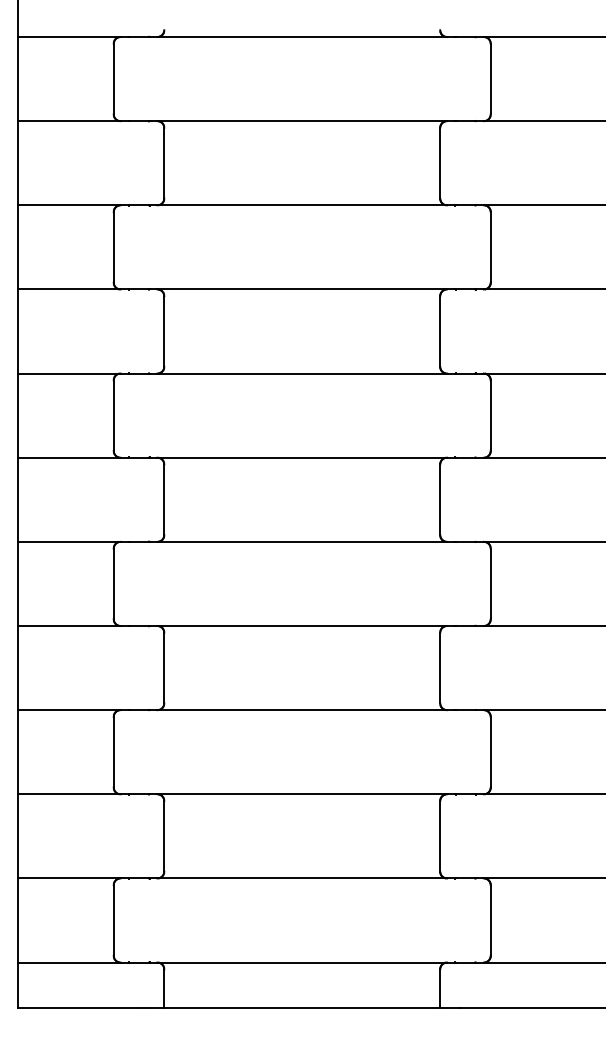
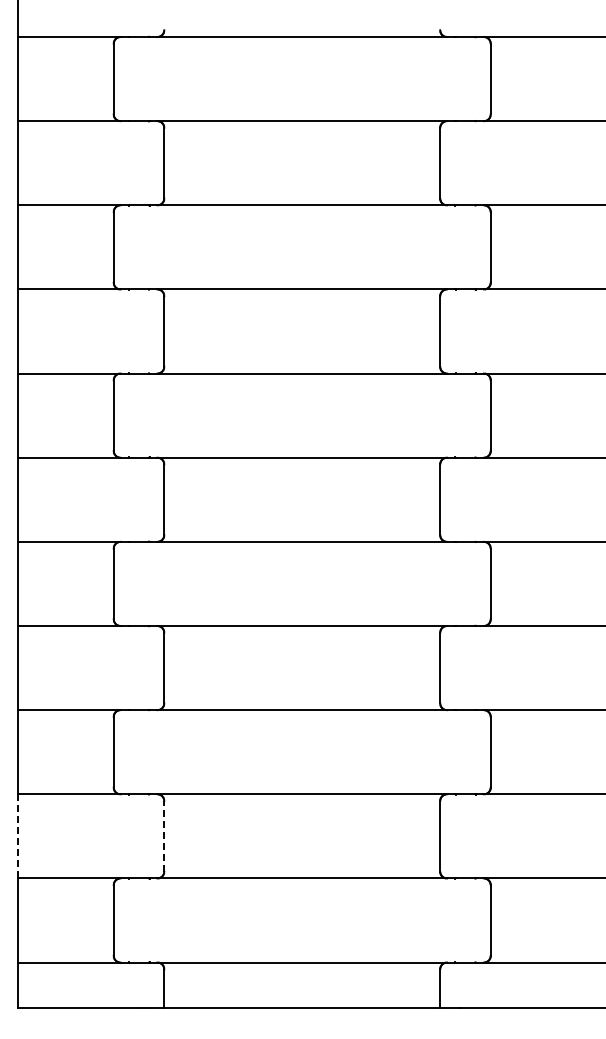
line at (164, 835): solid -> dashed
line at (18, 836): solid -> dashed
